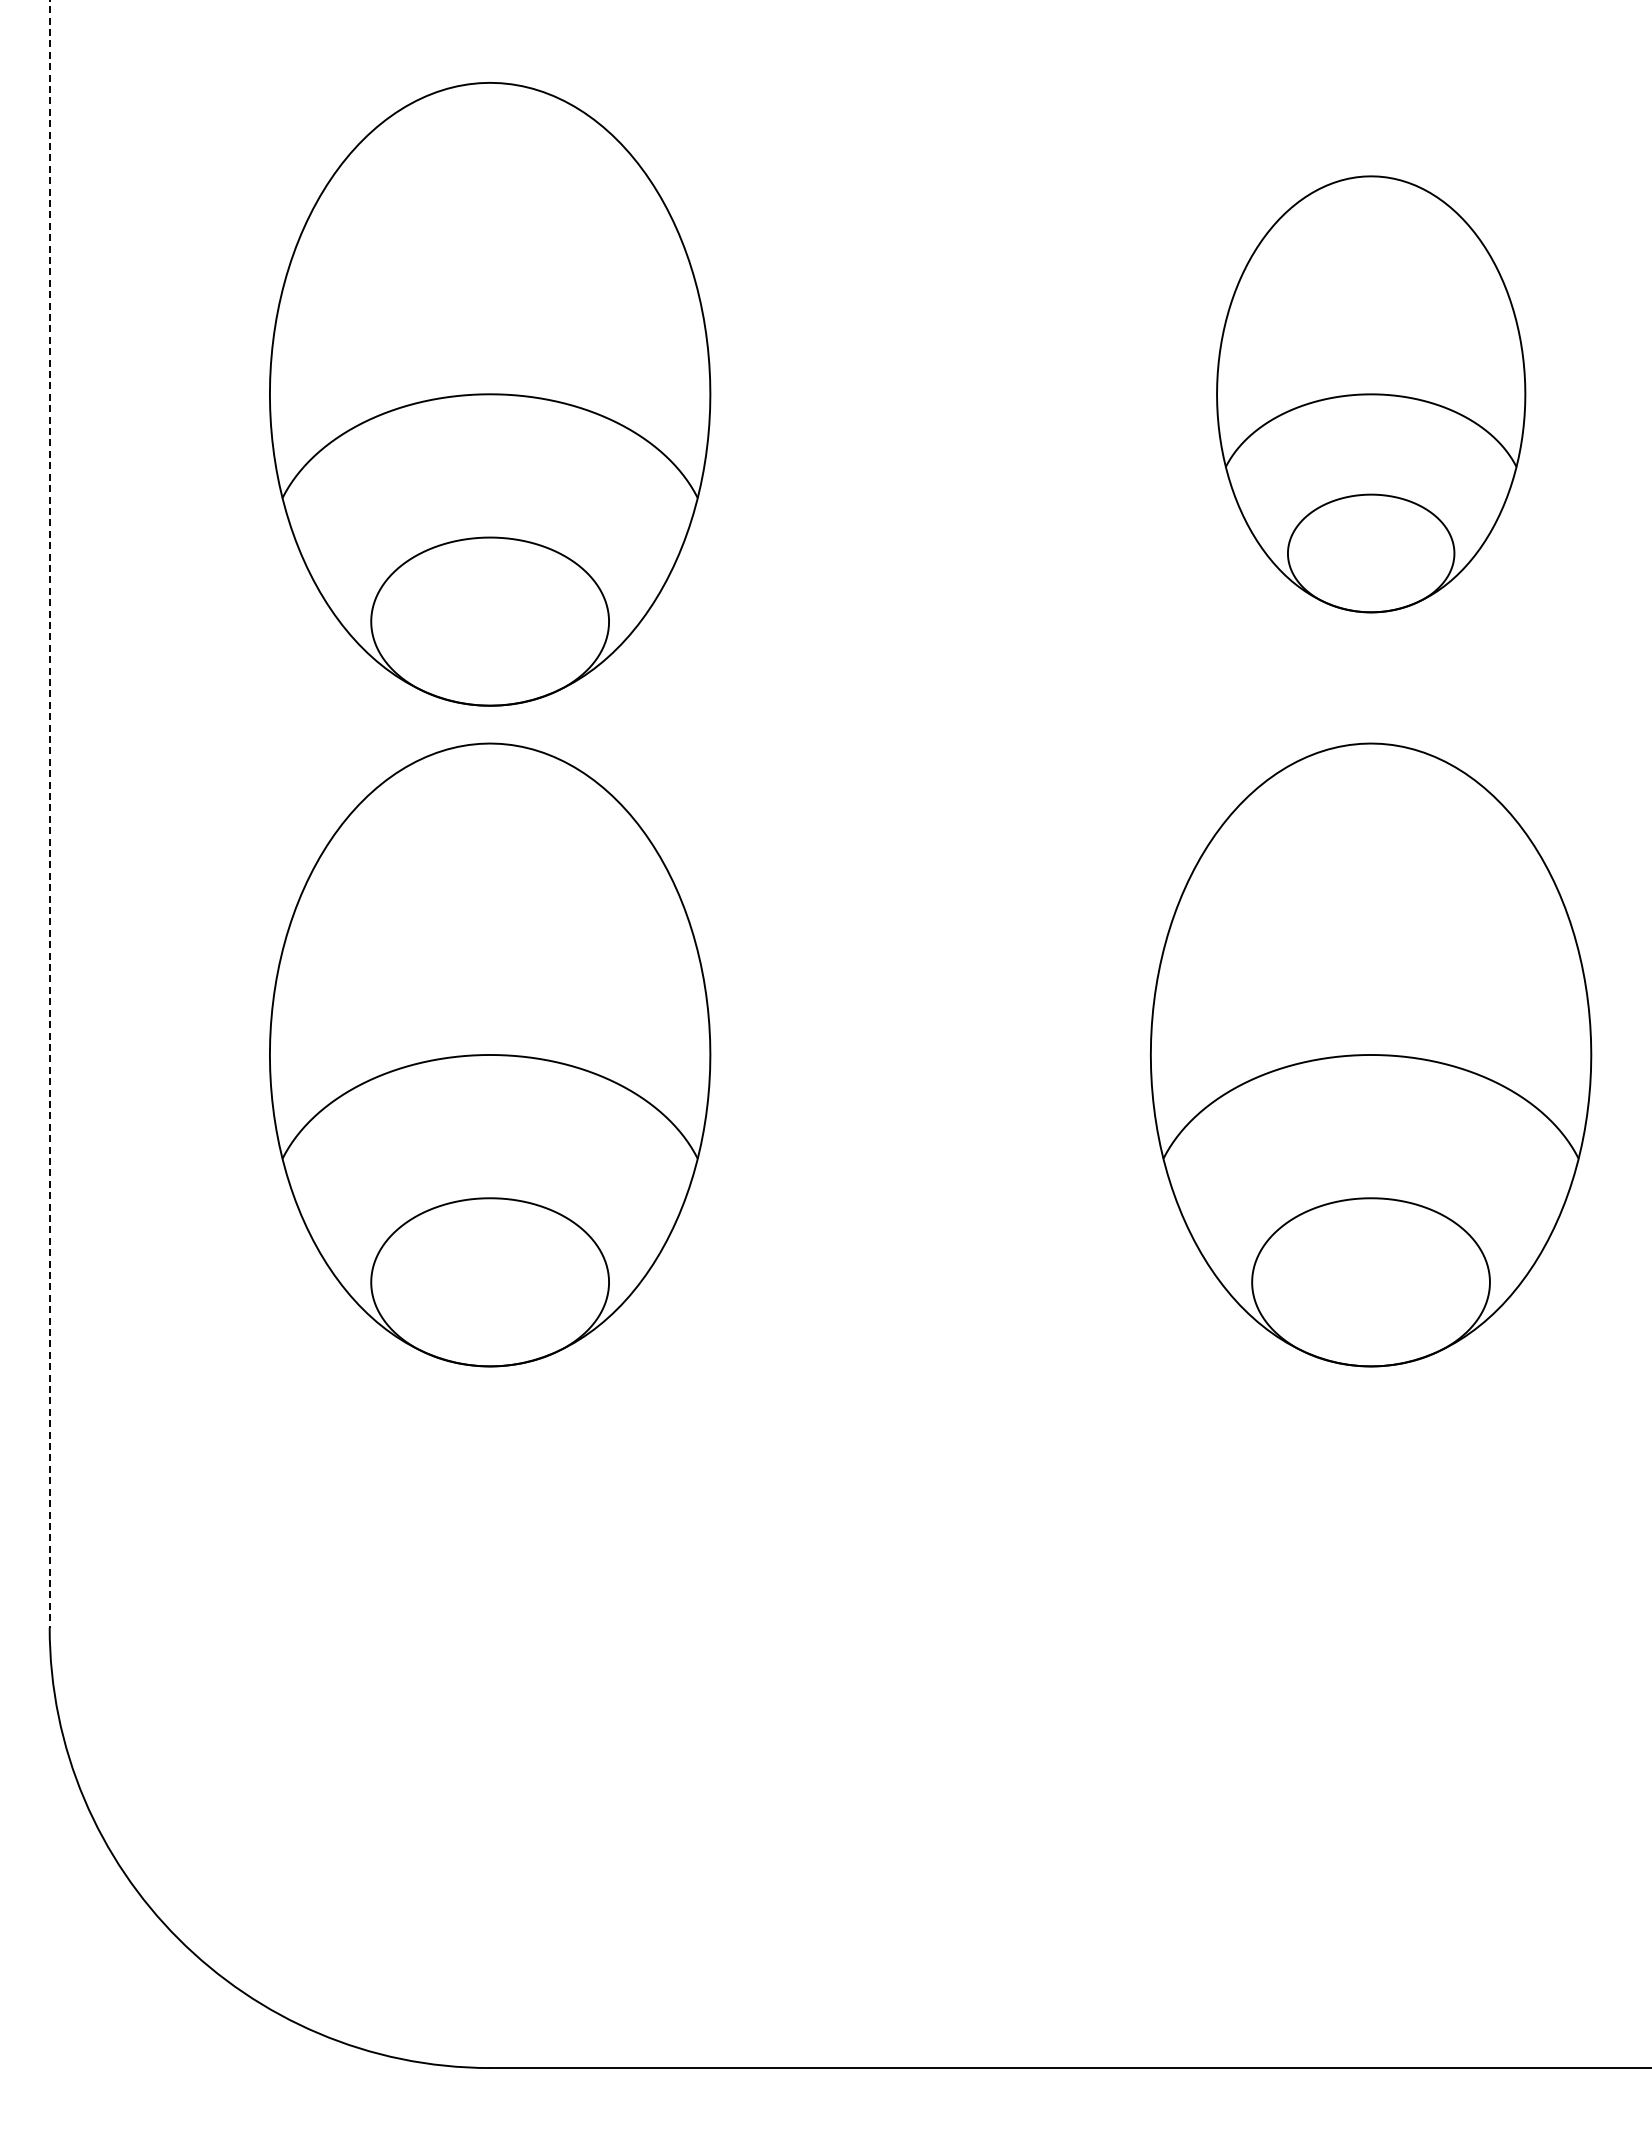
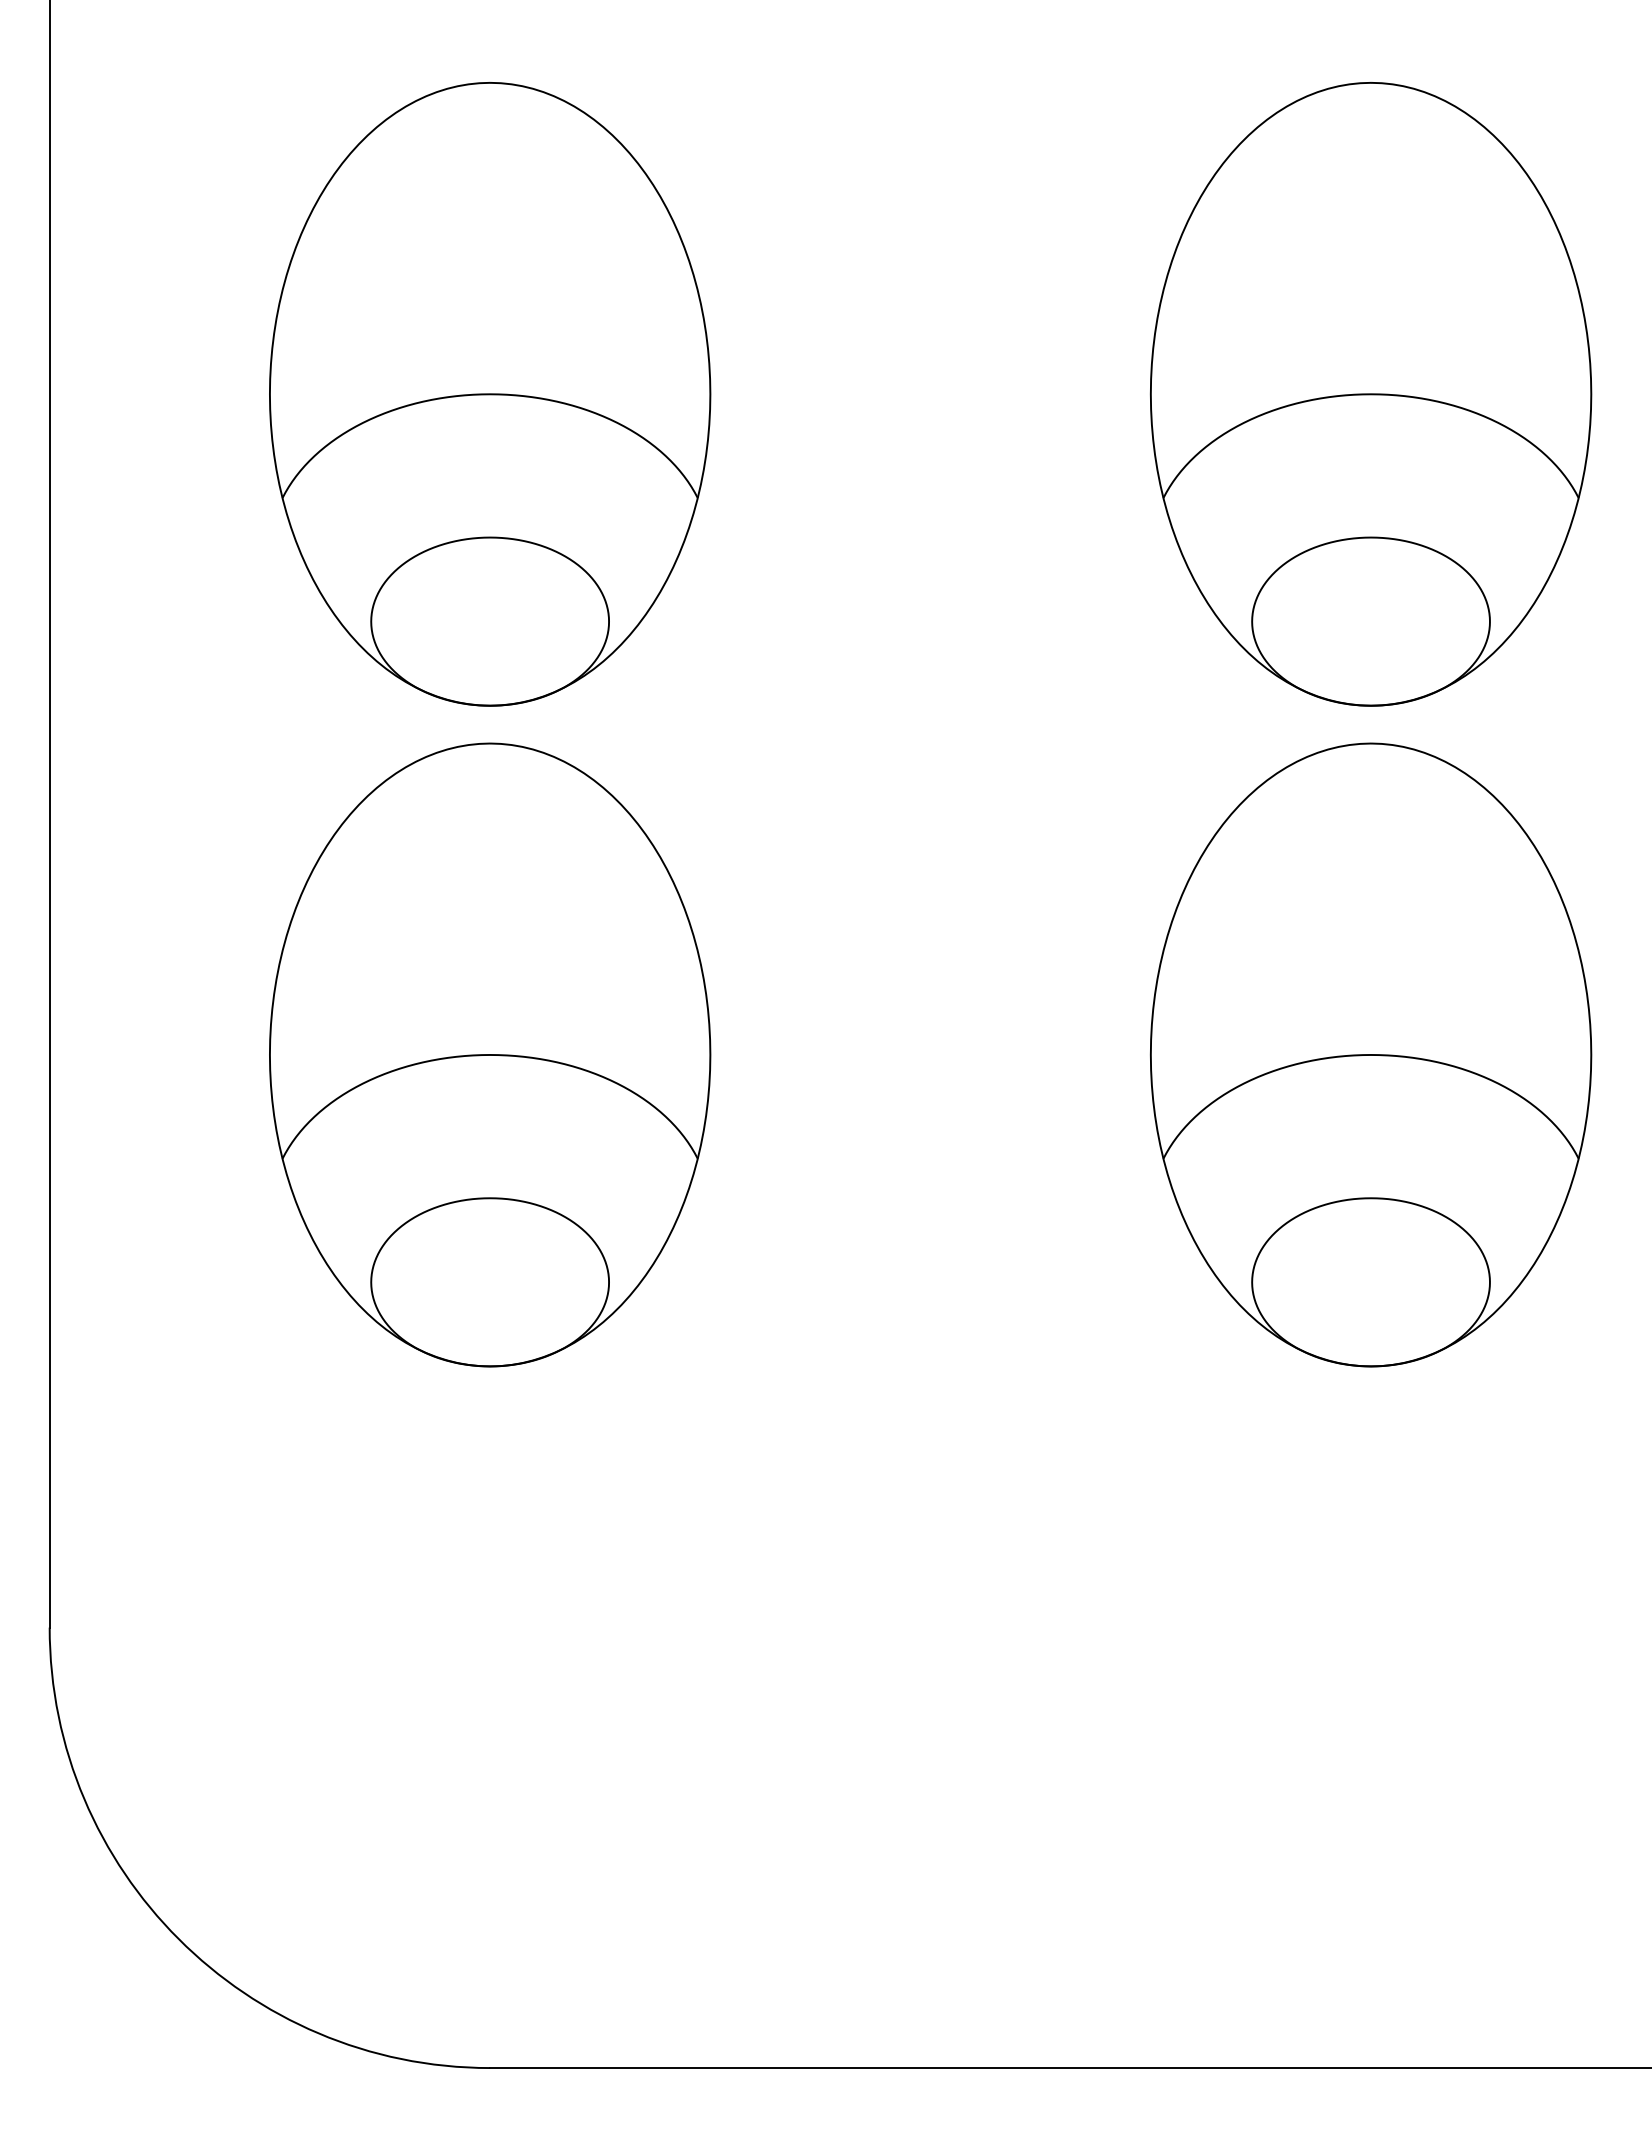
part at (1371, 394) size: 311x439 px -> 443x625 px
line at (49, 814): dashed -> solid
